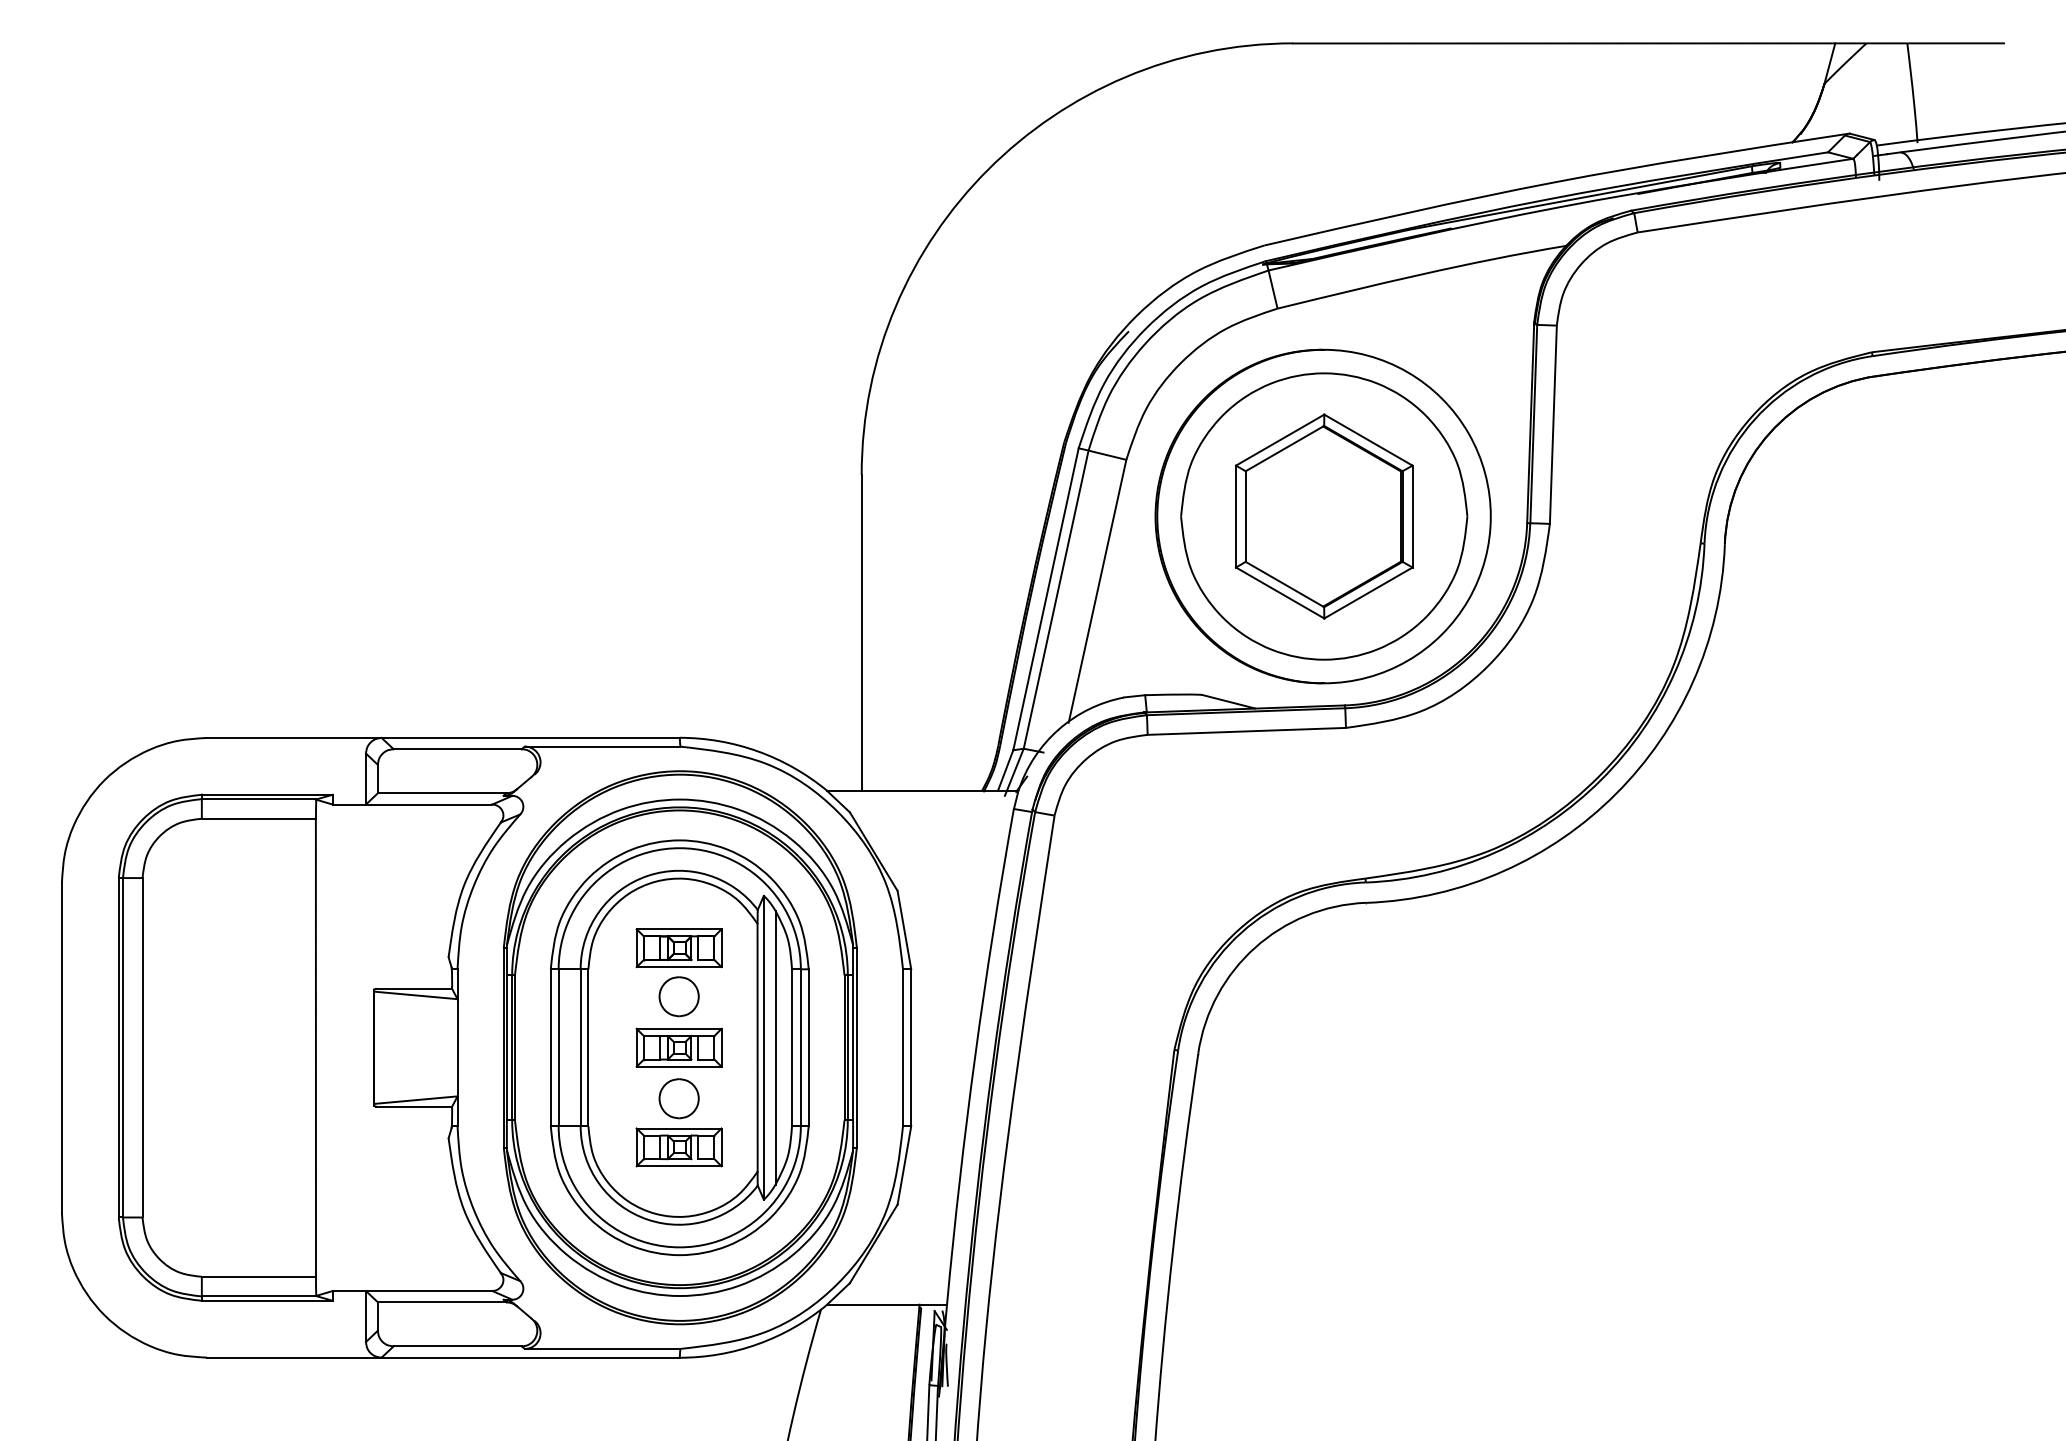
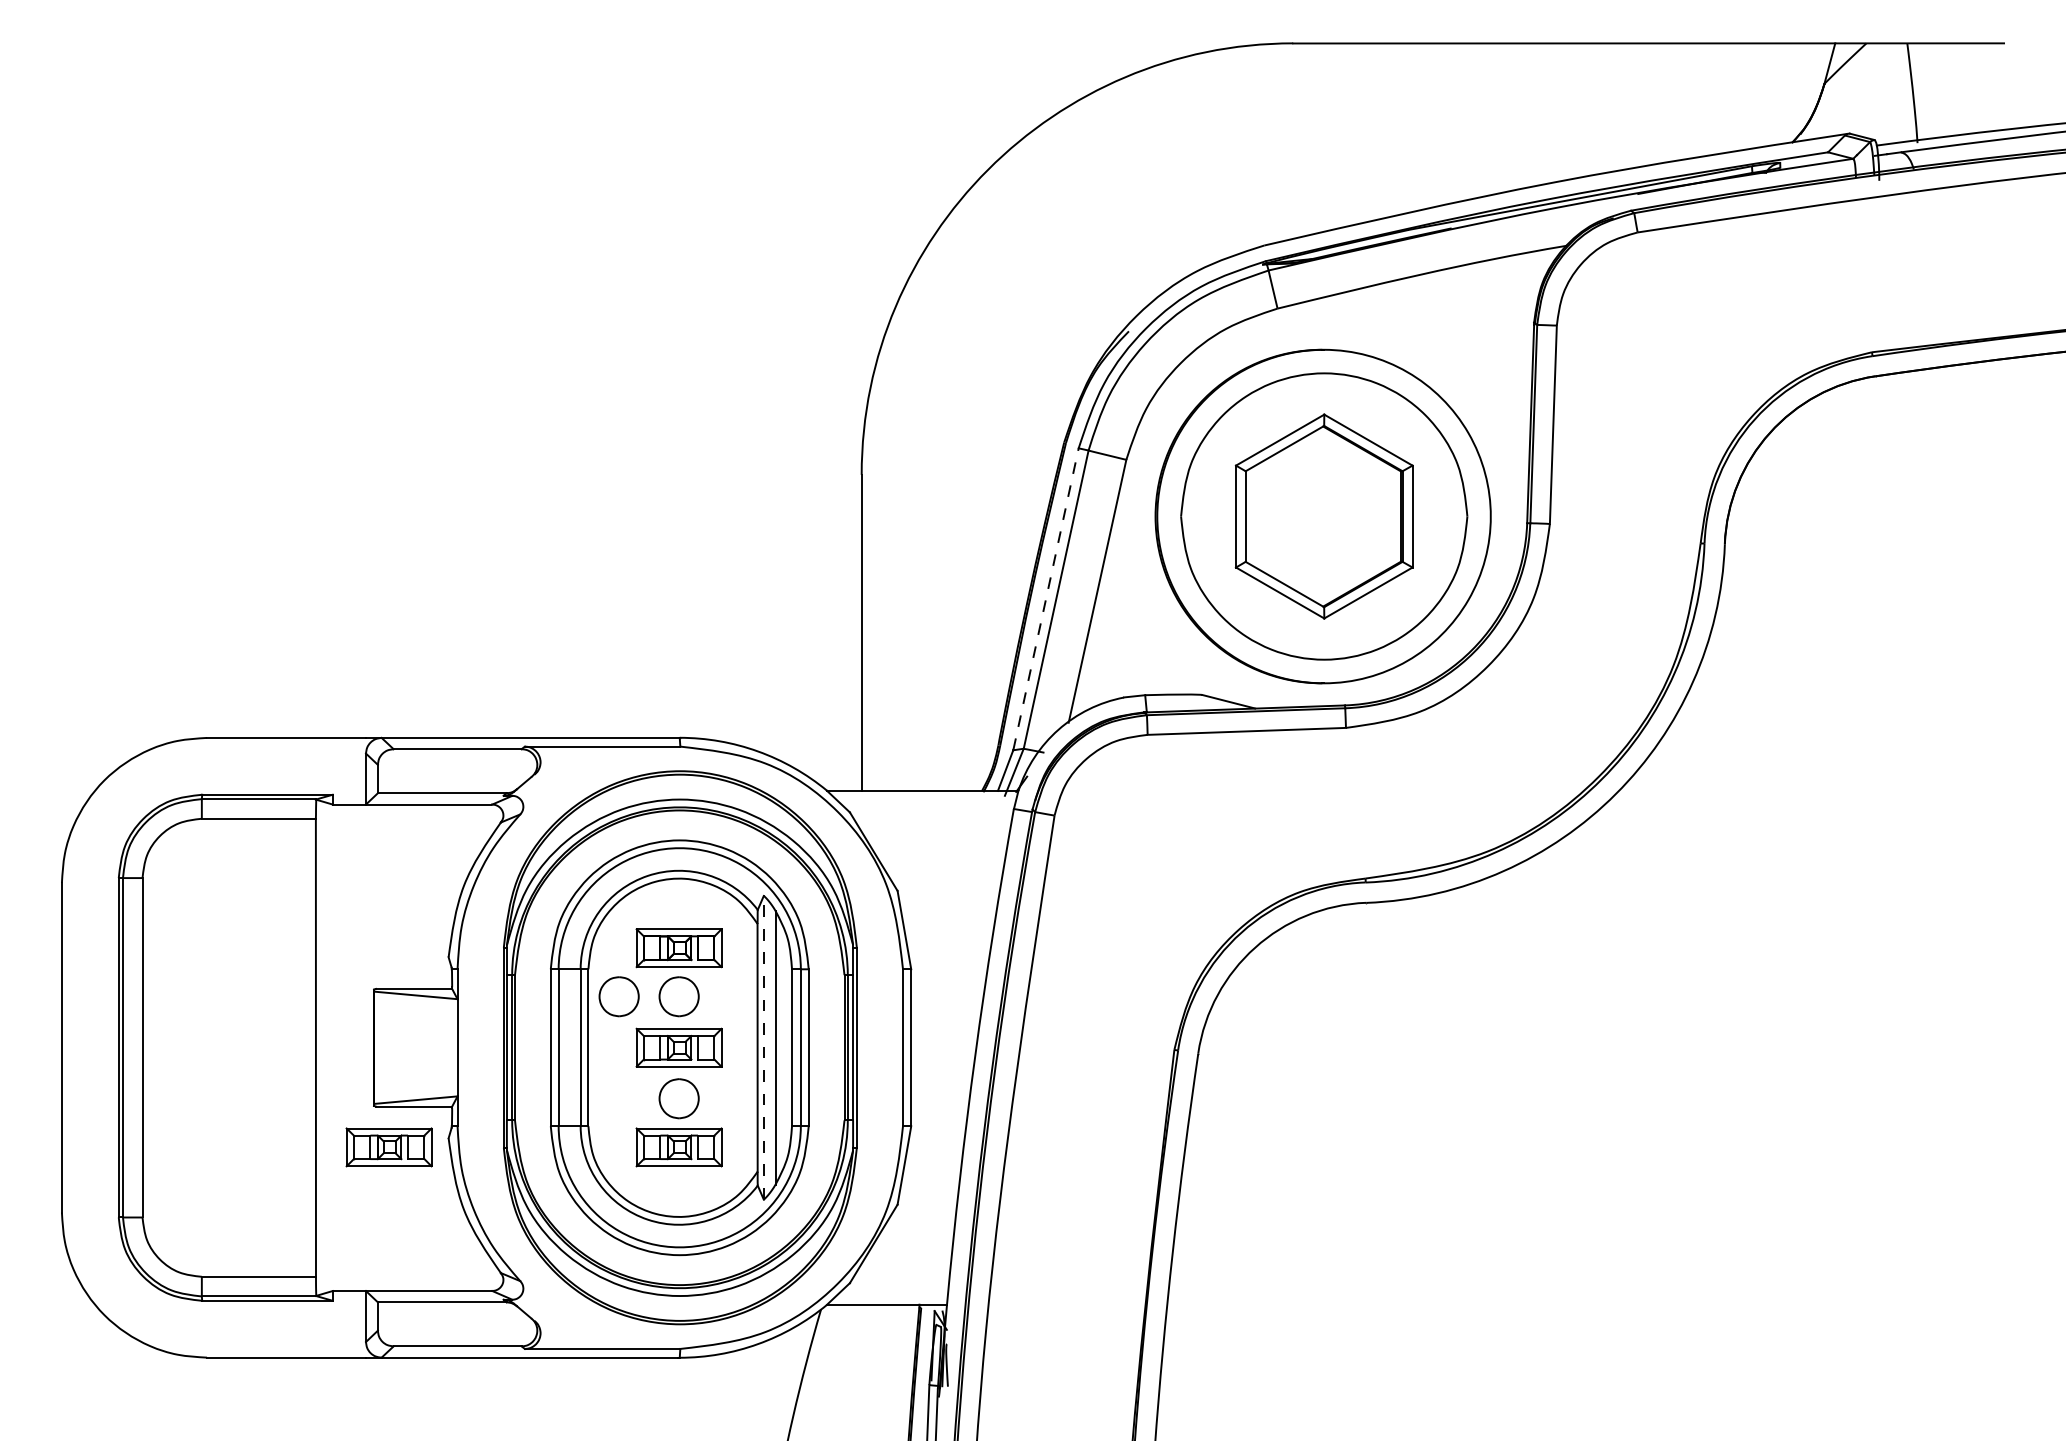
line at (1046, 598): solid -> dashed
part at (618, 996): none -> present
line at (763, 1047): solid -> dashed
part at (388, 1147): none -> present
